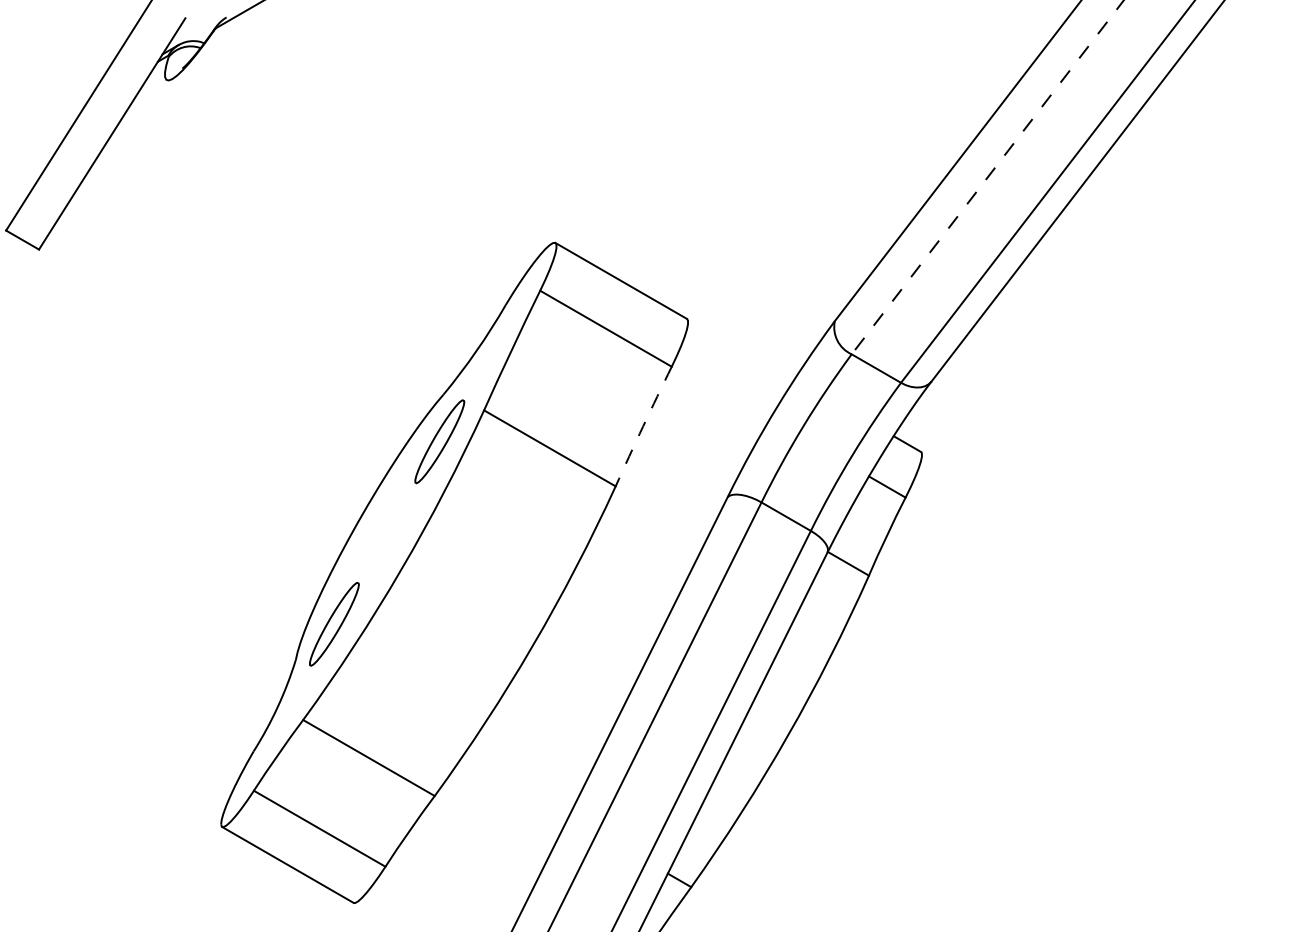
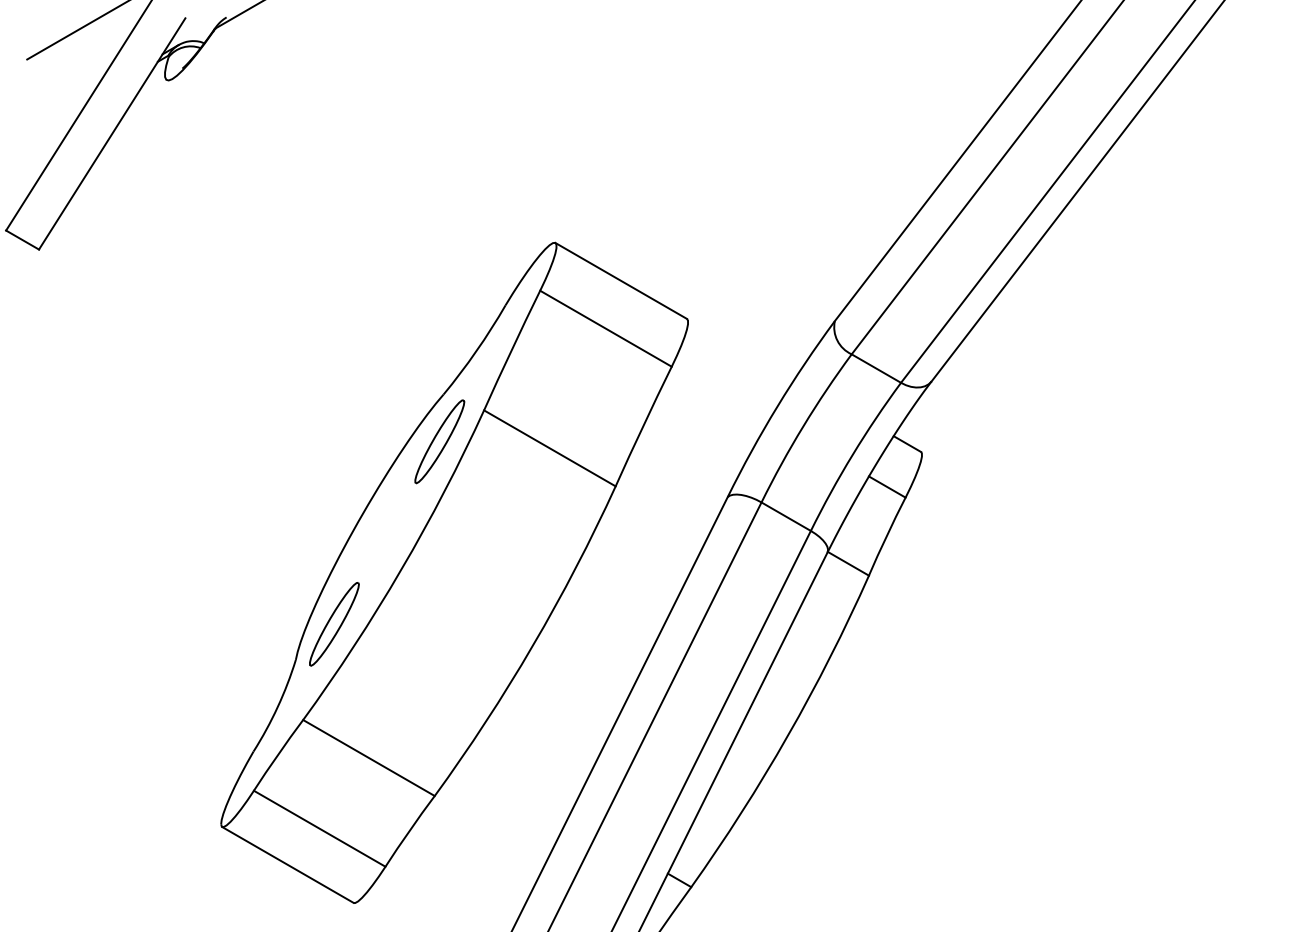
line at (76, 30): none -> present
line at (987, 177): dashed -> solid
arc at (643, 426): dashed -> solid
